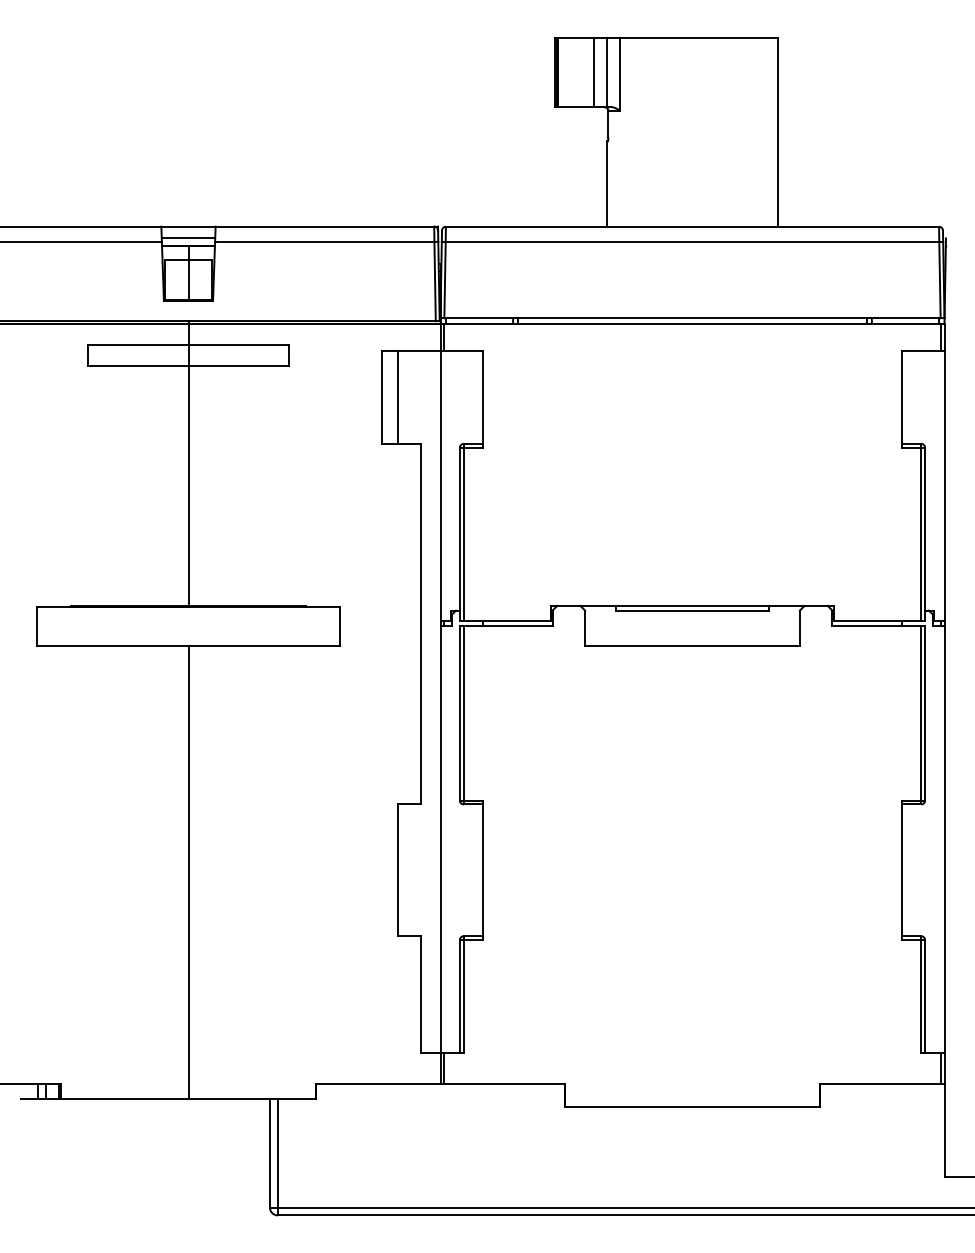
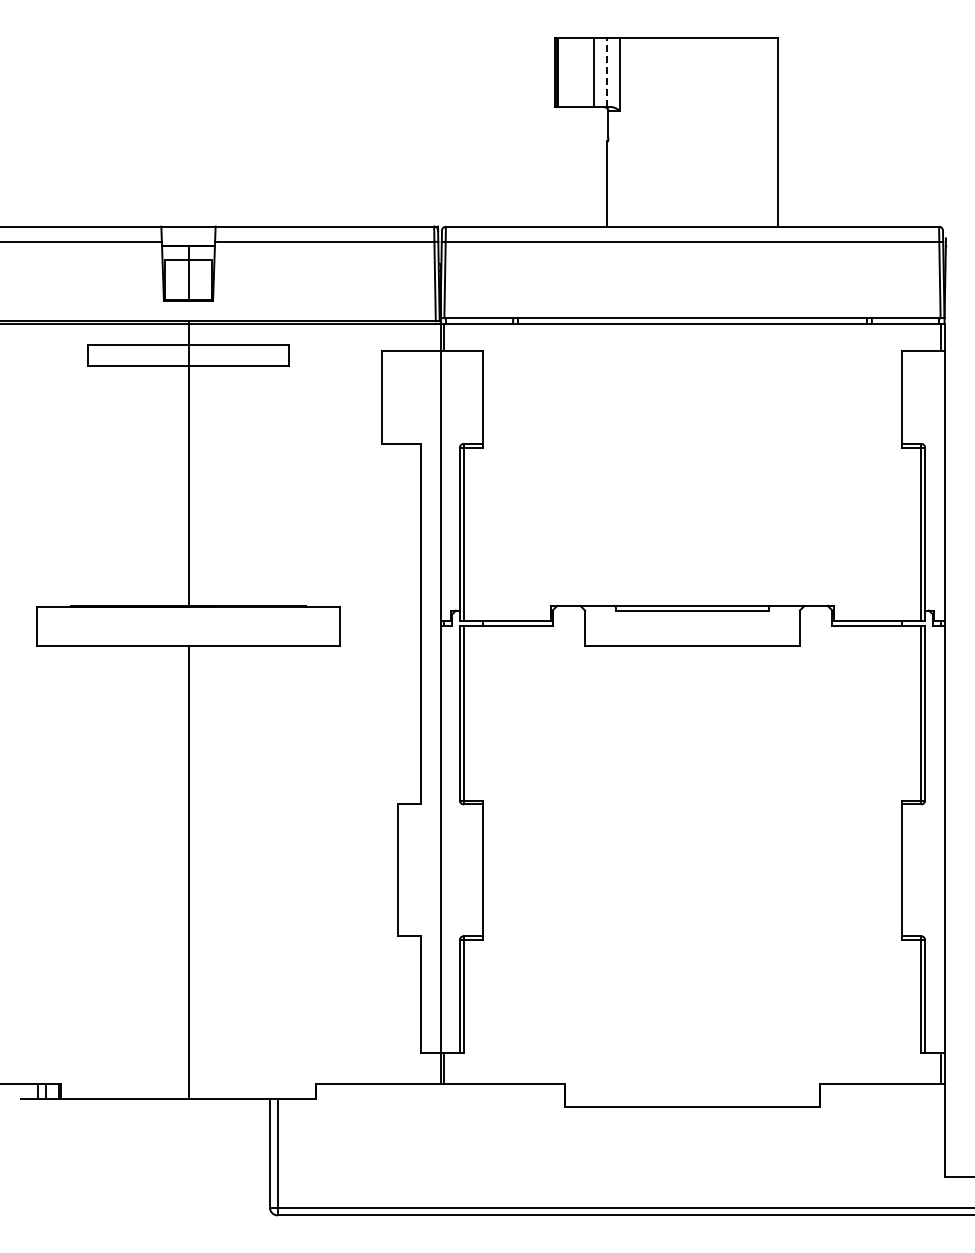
line at (606, 72): solid -> dashed
line at (188, 238): present -> none
line at (397, 396): present -> none
